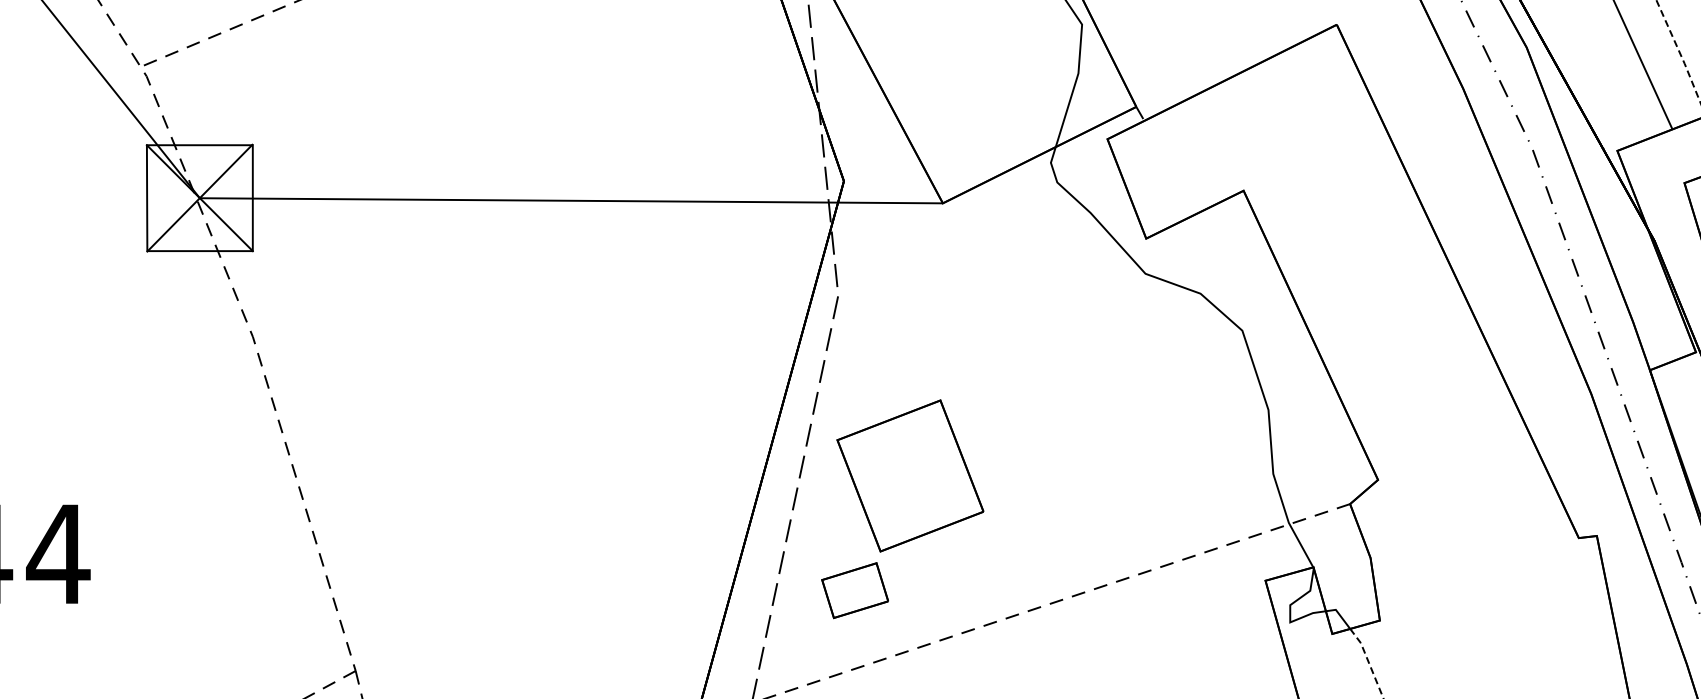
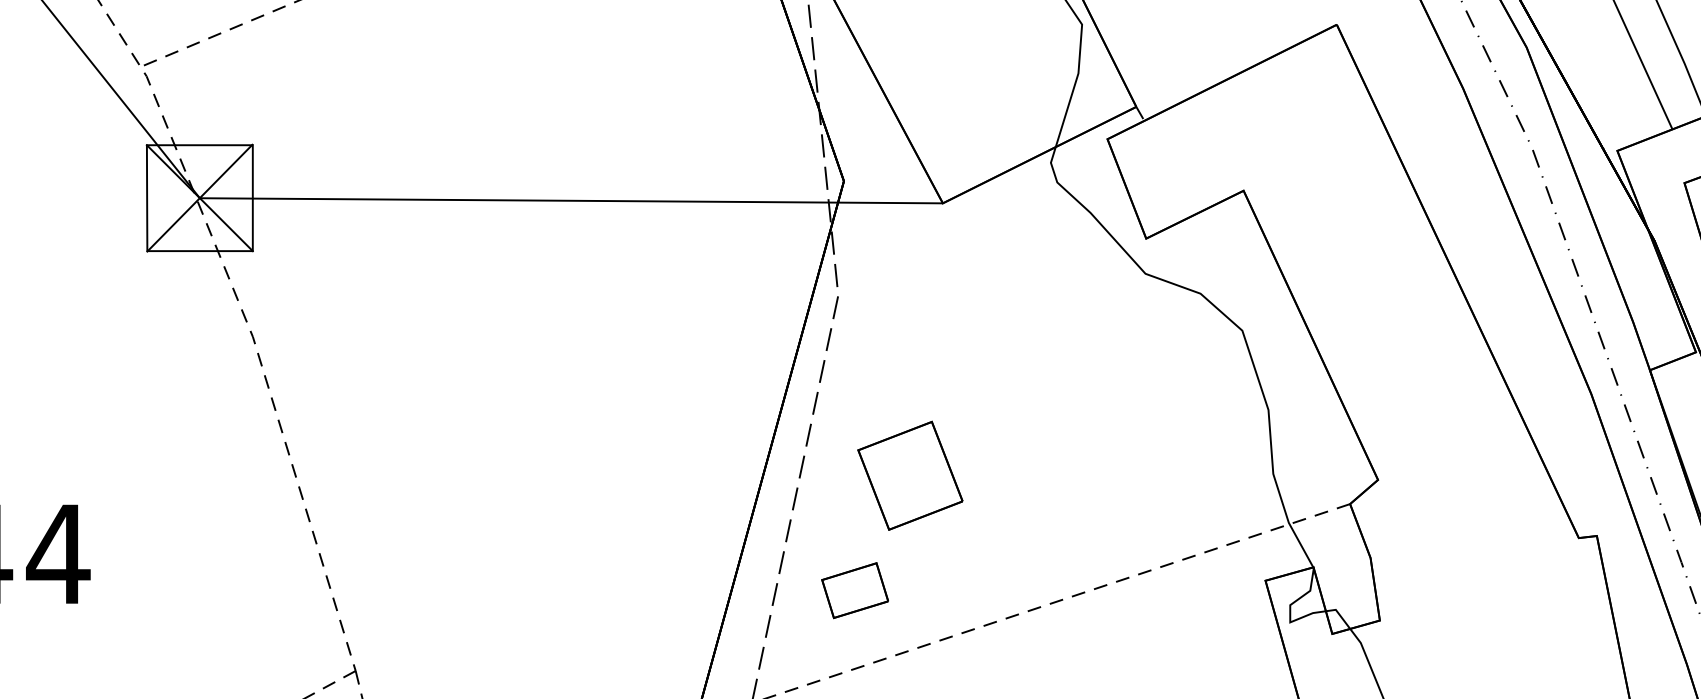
line at (1679, 52): dashed -> solid
part at (910, 475) size: 149x154 px -> 107x111 px
line at (1368, 662): dashed -> solid
